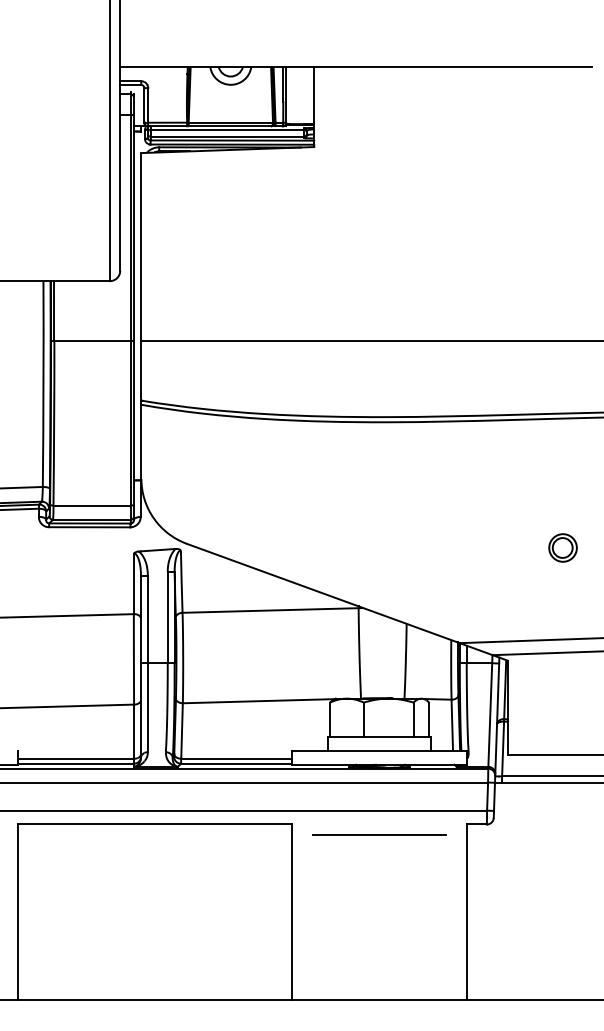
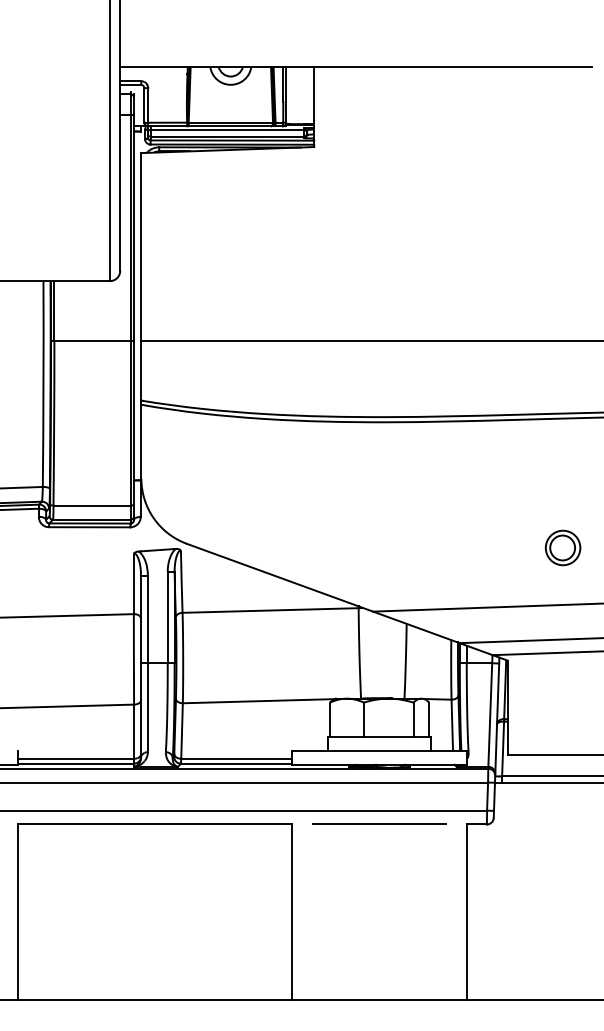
part at (562, 547) size: 30x30 px -> 38x38 px
line at (486, 607): none -> present
line at (379, 834) position: (379, 834) -> (379, 823)
